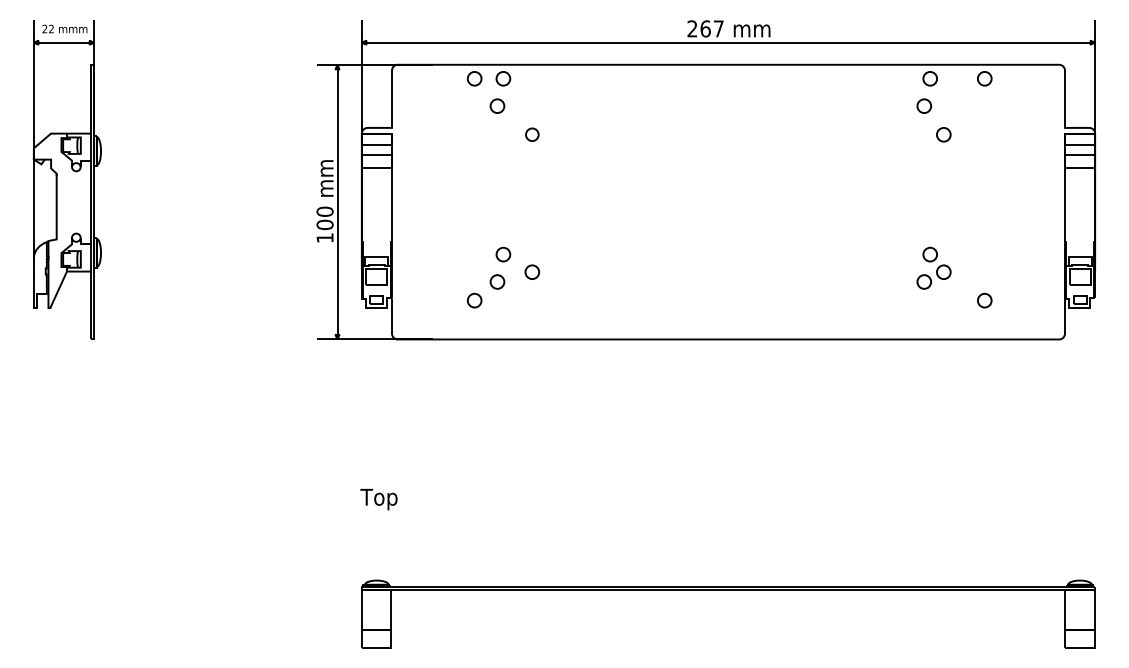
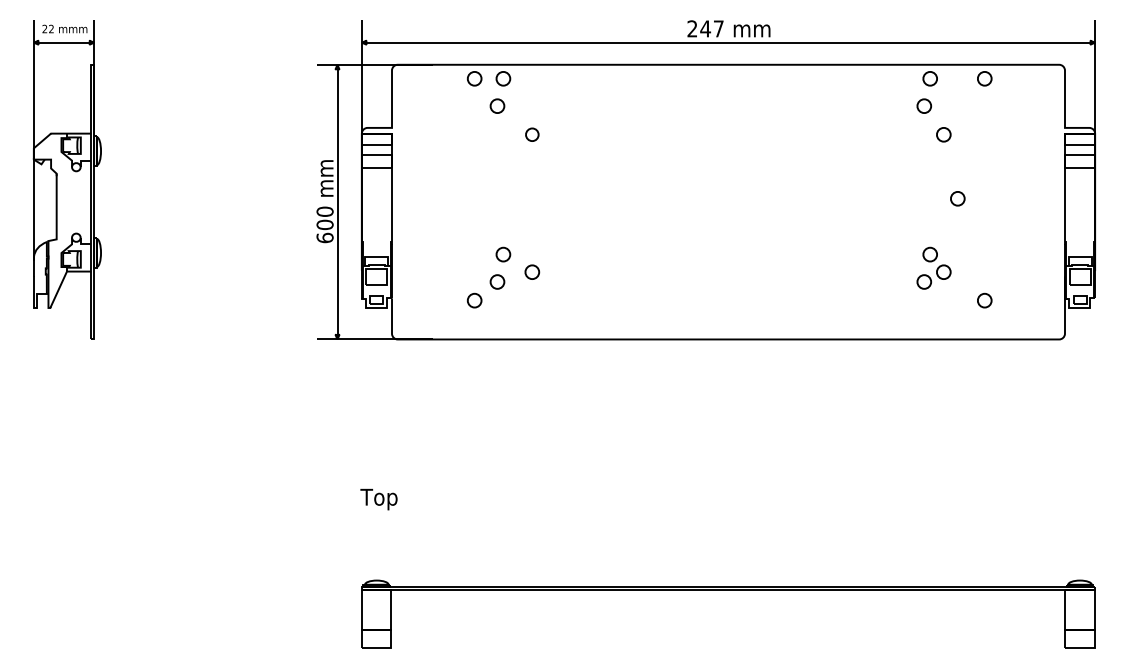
text at (705, 28): 267 -> 247
curve at (955, 193): none -> present
text at (324, 237): 100 -> 600
